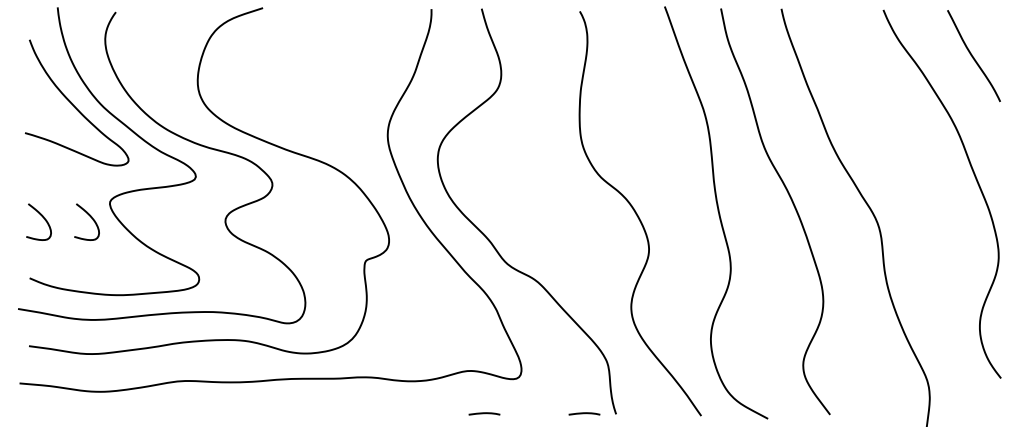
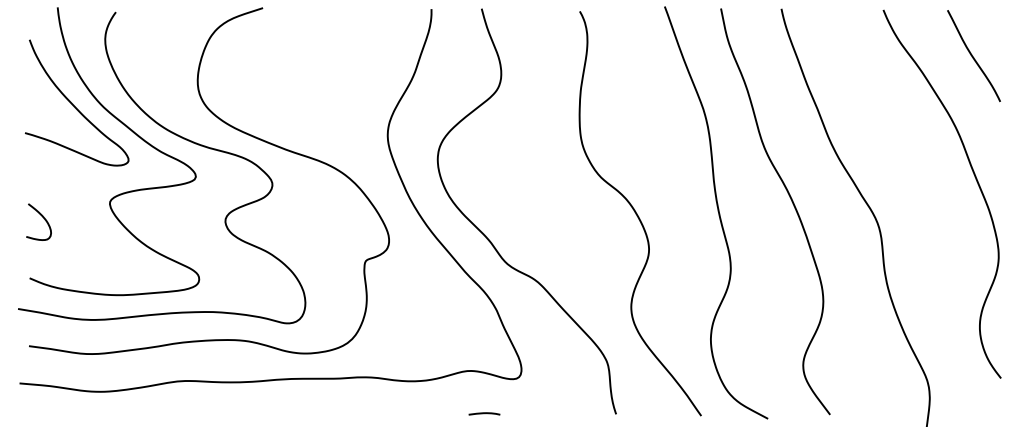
curve at (90, 217): present -> none
line at (584, 413): present -> none
